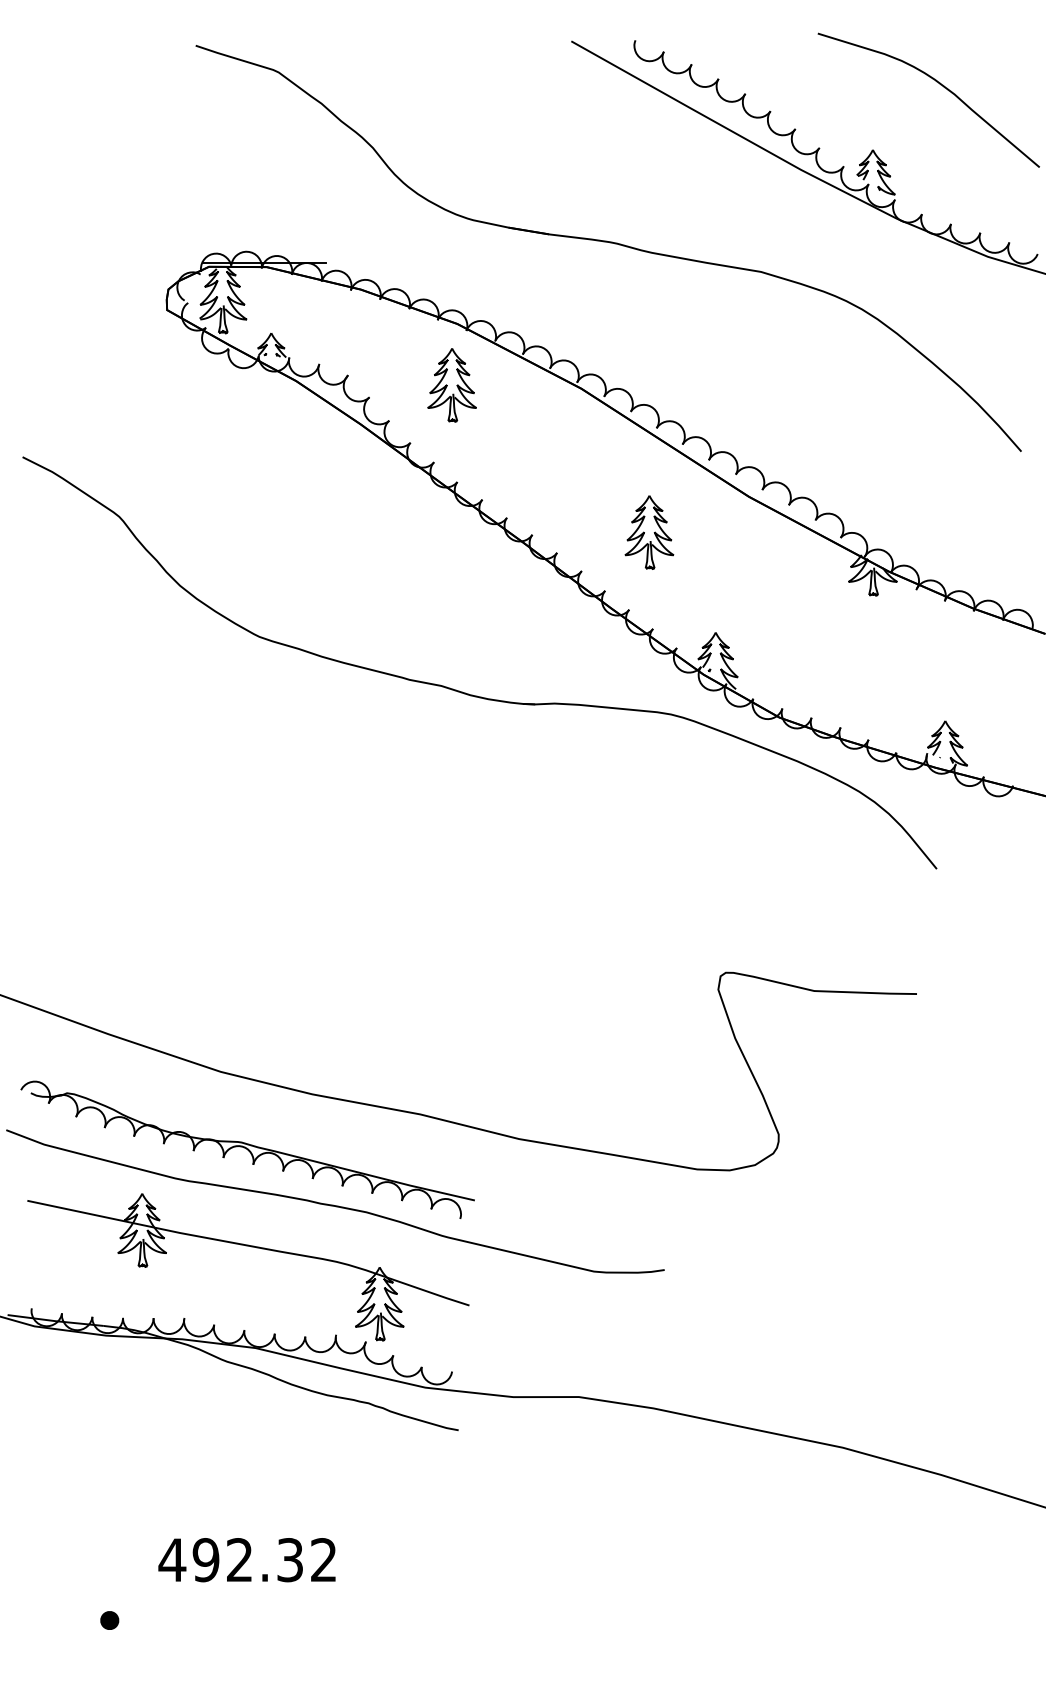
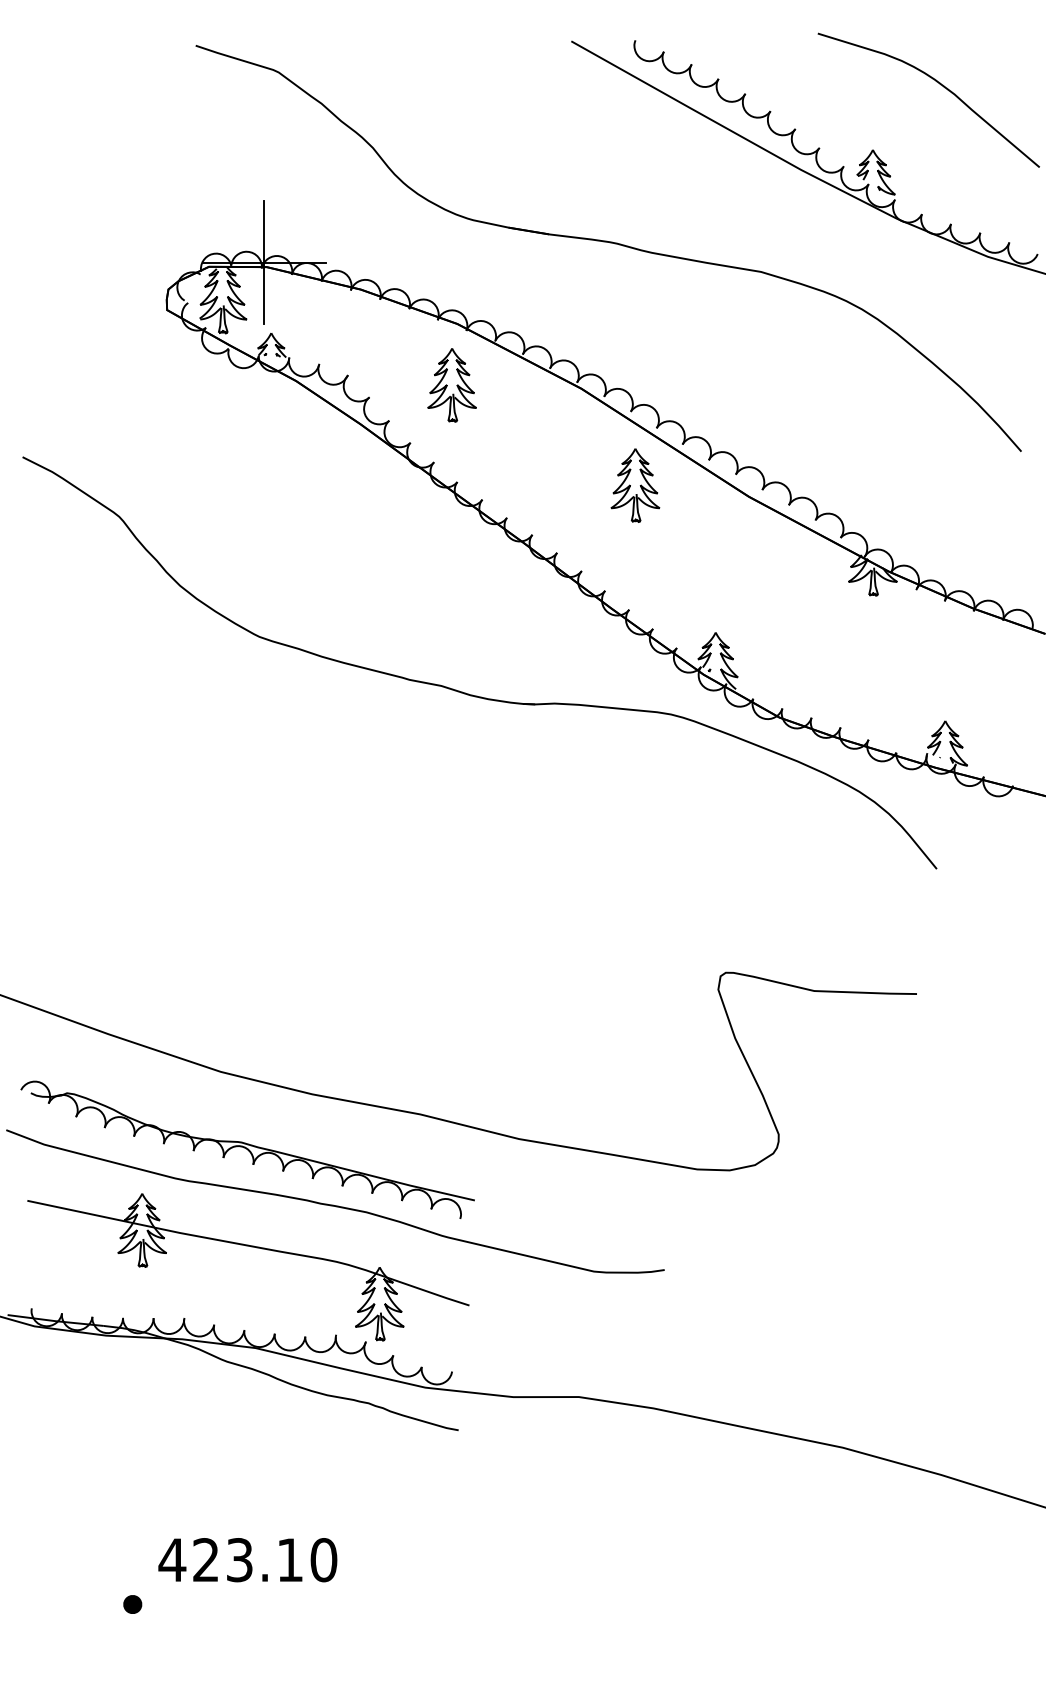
line at (264, 262): none -> present
part at (649, 532) position: (649, 532) -> (635, 485)
text at (264, 1560): 492.32 -> 423.10
part at (109, 1620) position: (109, 1620) -> (132, 1604)
